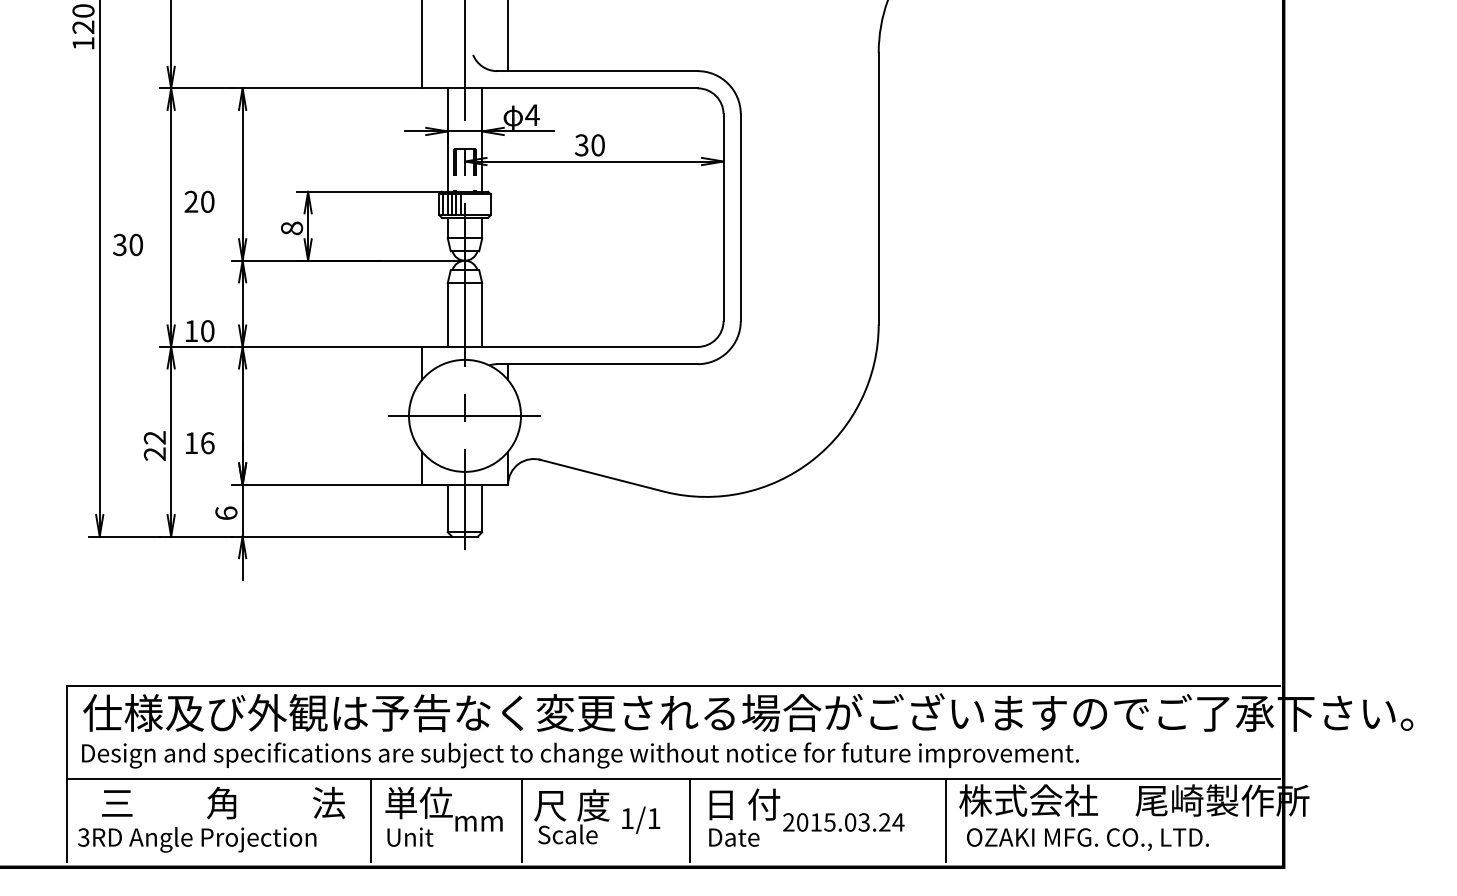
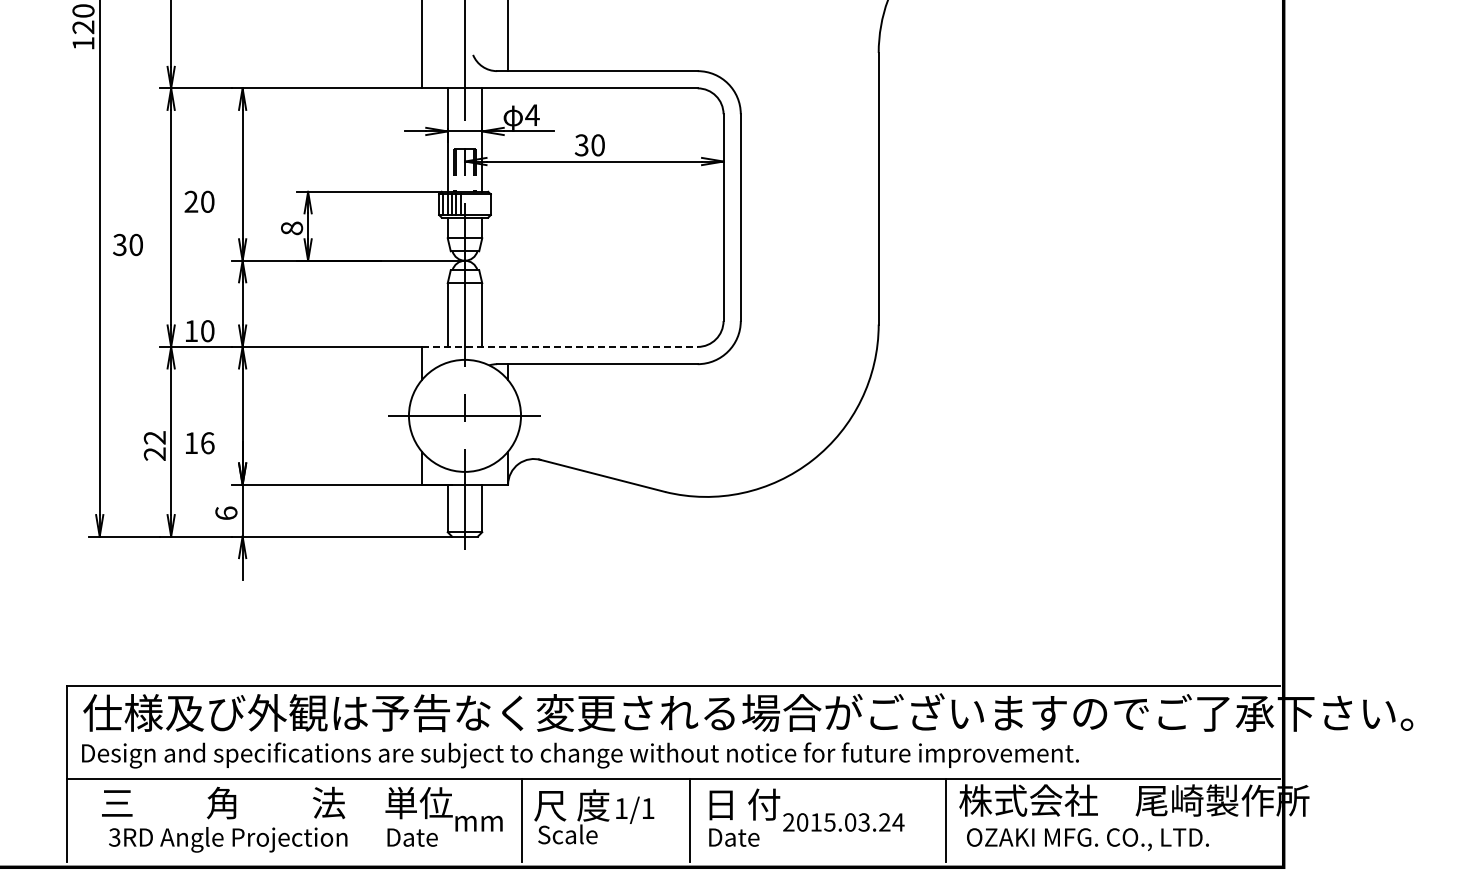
line at (559, 346): solid -> dashed
line at (370, 819): present -> none
text at (641, 819) position: (641, 819) -> (635, 809)
text at (412, 836): Unit -> Date
text at (197, 839) position: (197, 839) -> (228, 839)
